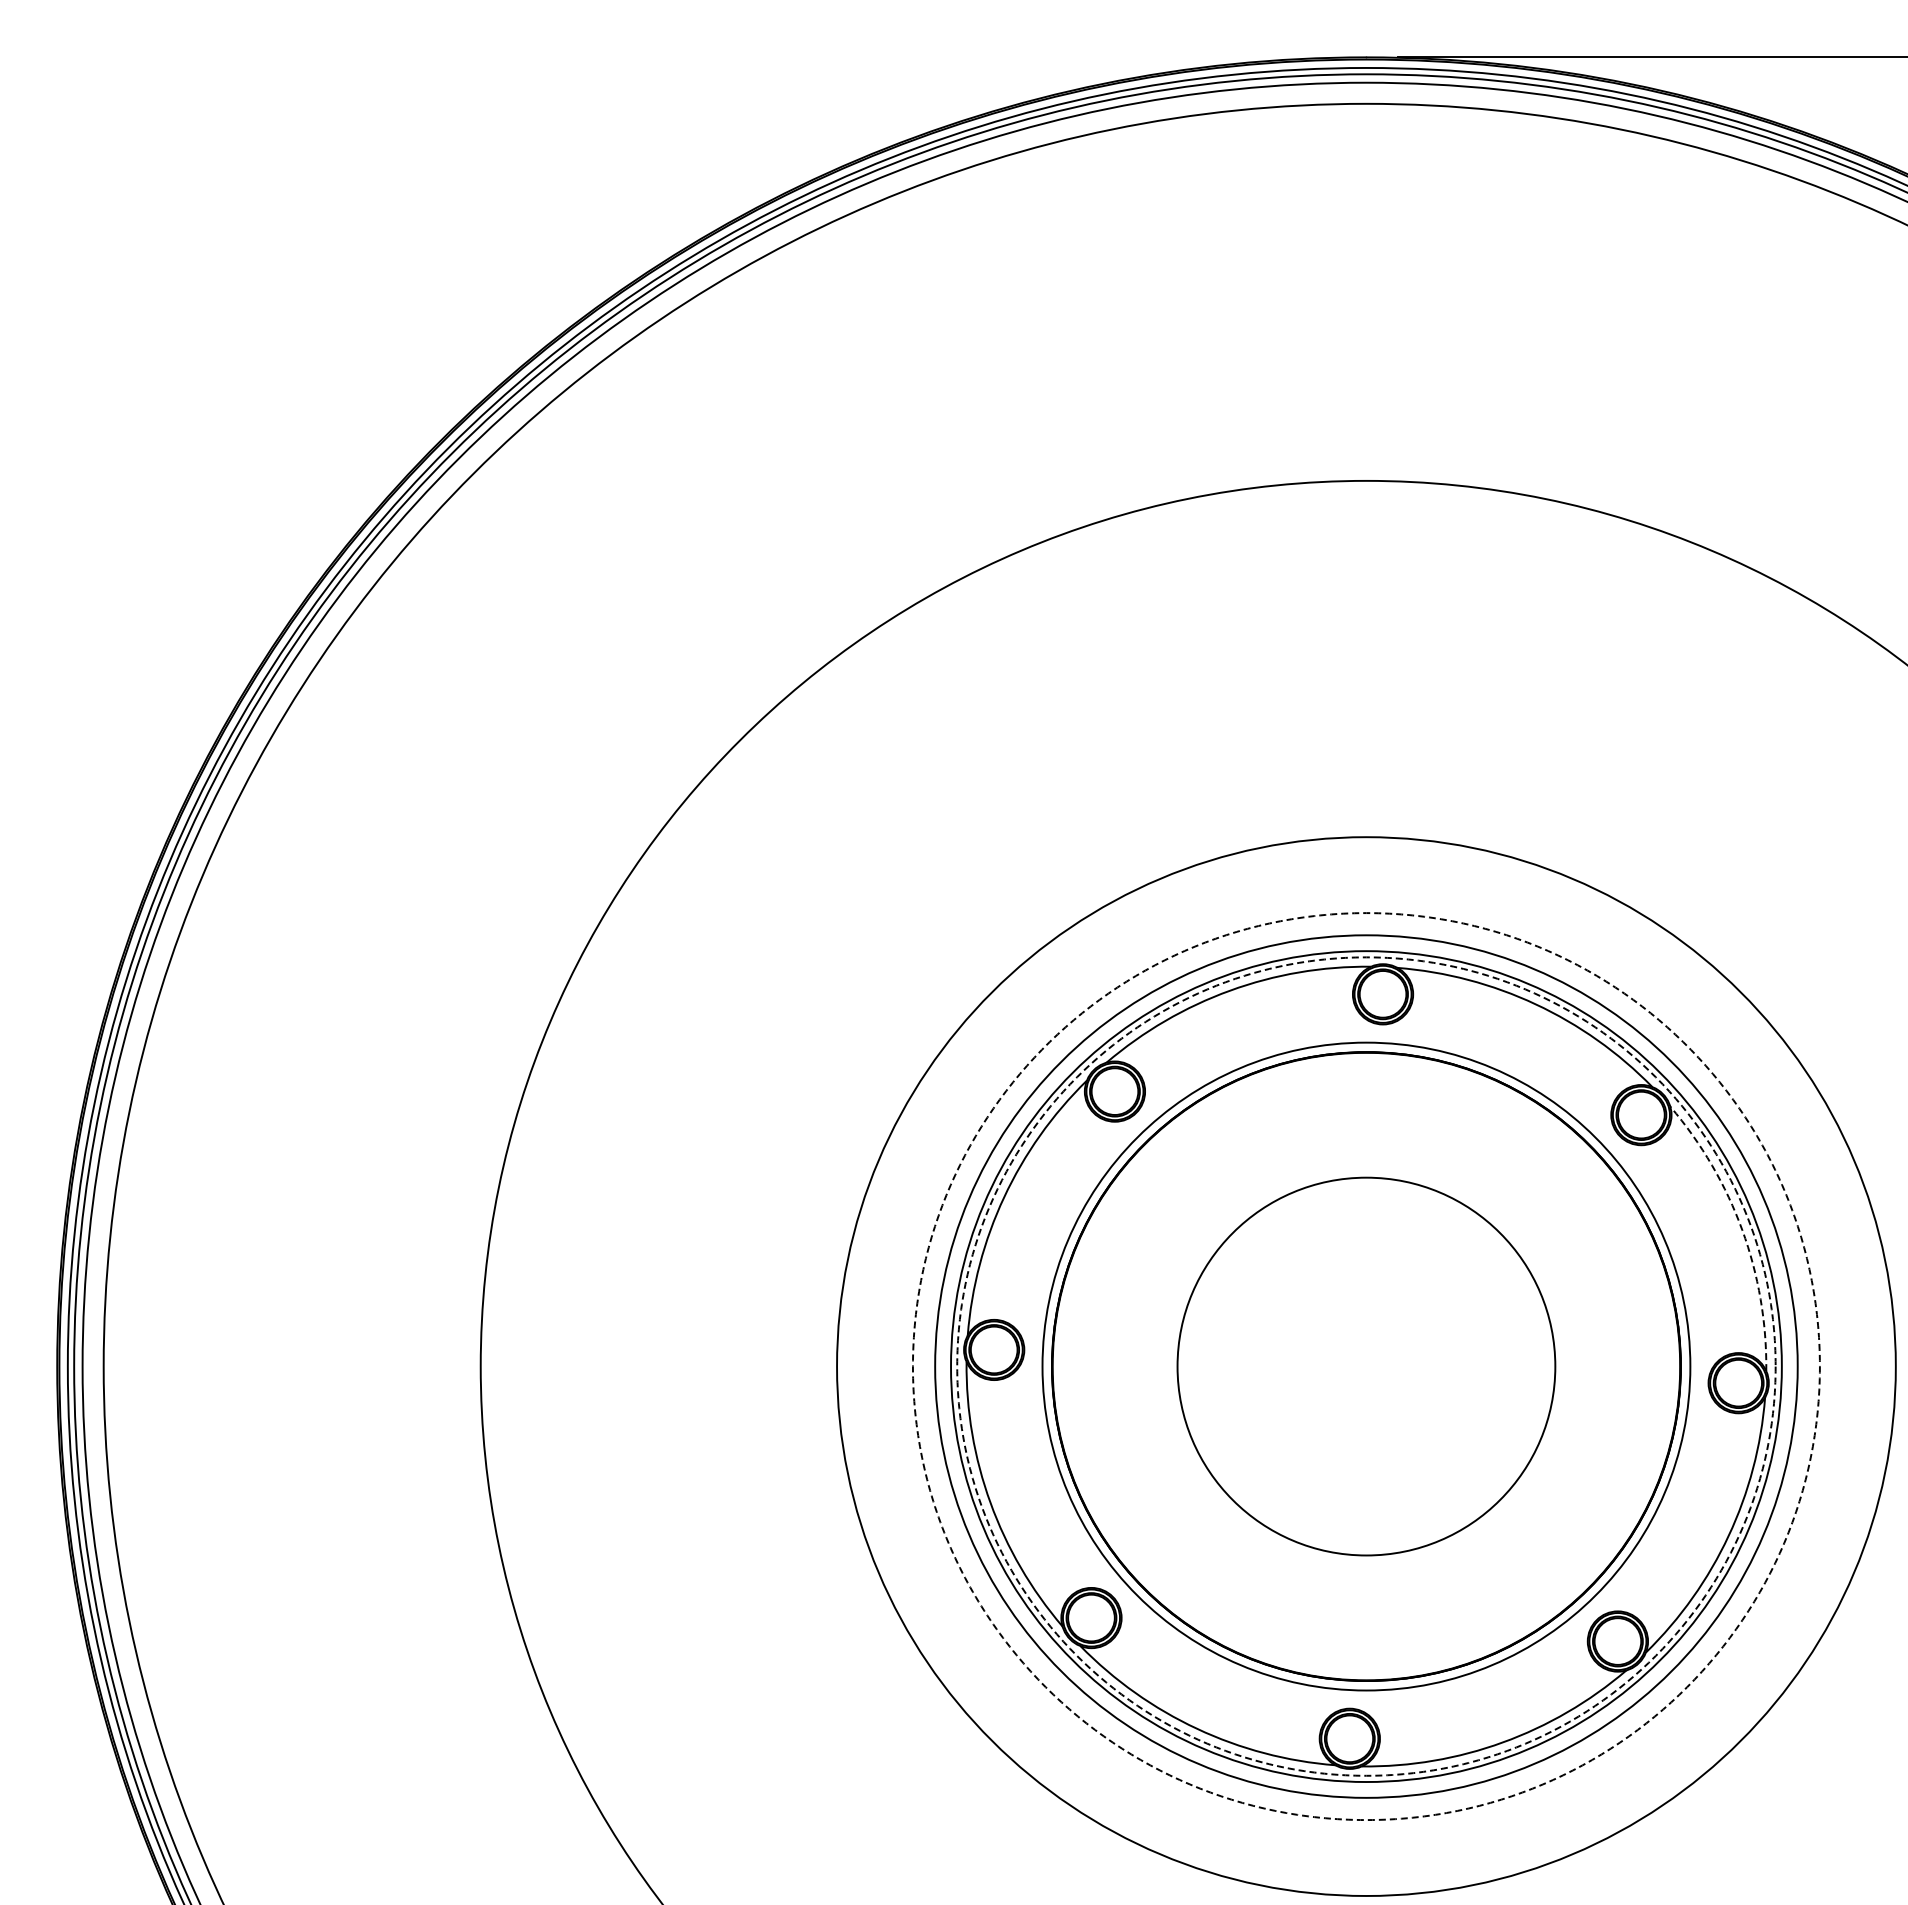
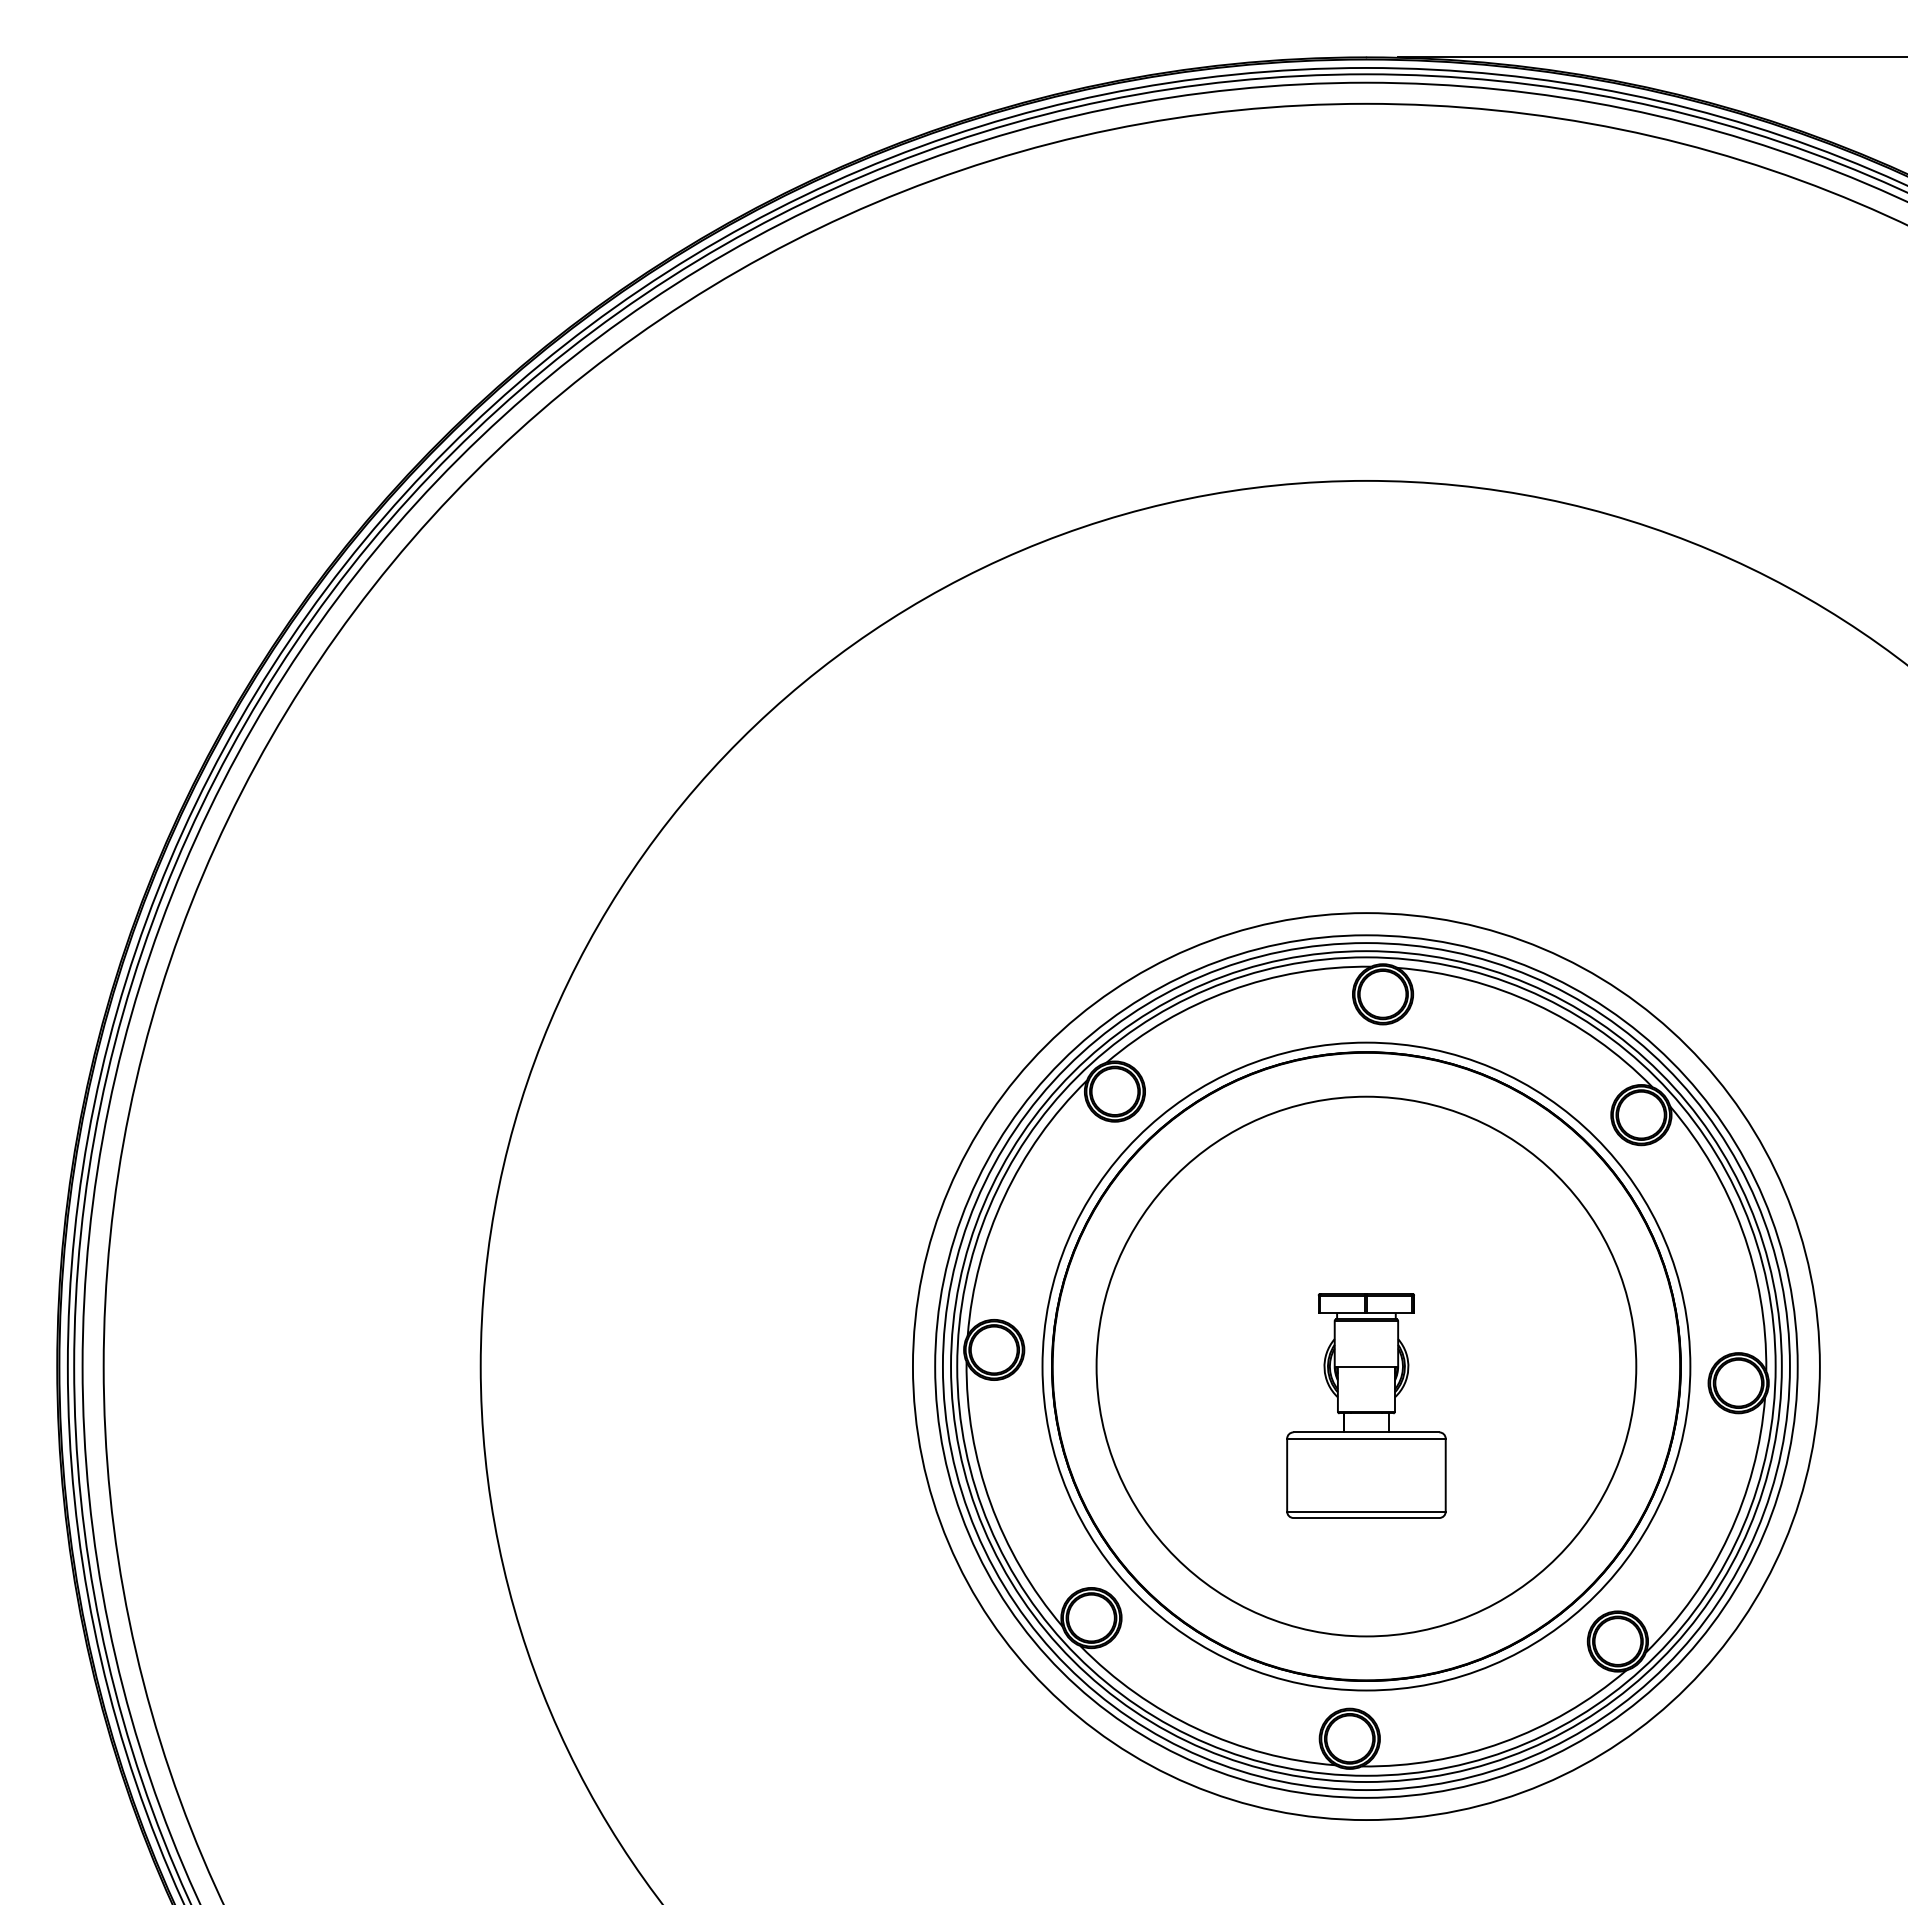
arc at (1742, 1230): dashed -> solid
circle at (1365, 1366): dashed -> solid
circle at (1366, 1366) diameter: 1059 px -> 847 px
circle at (1366, 1366) diameter: 378 px -> 540 px
circle at (1366, 1366): dashed -> solid
part at (1366, 1405): none -> present
